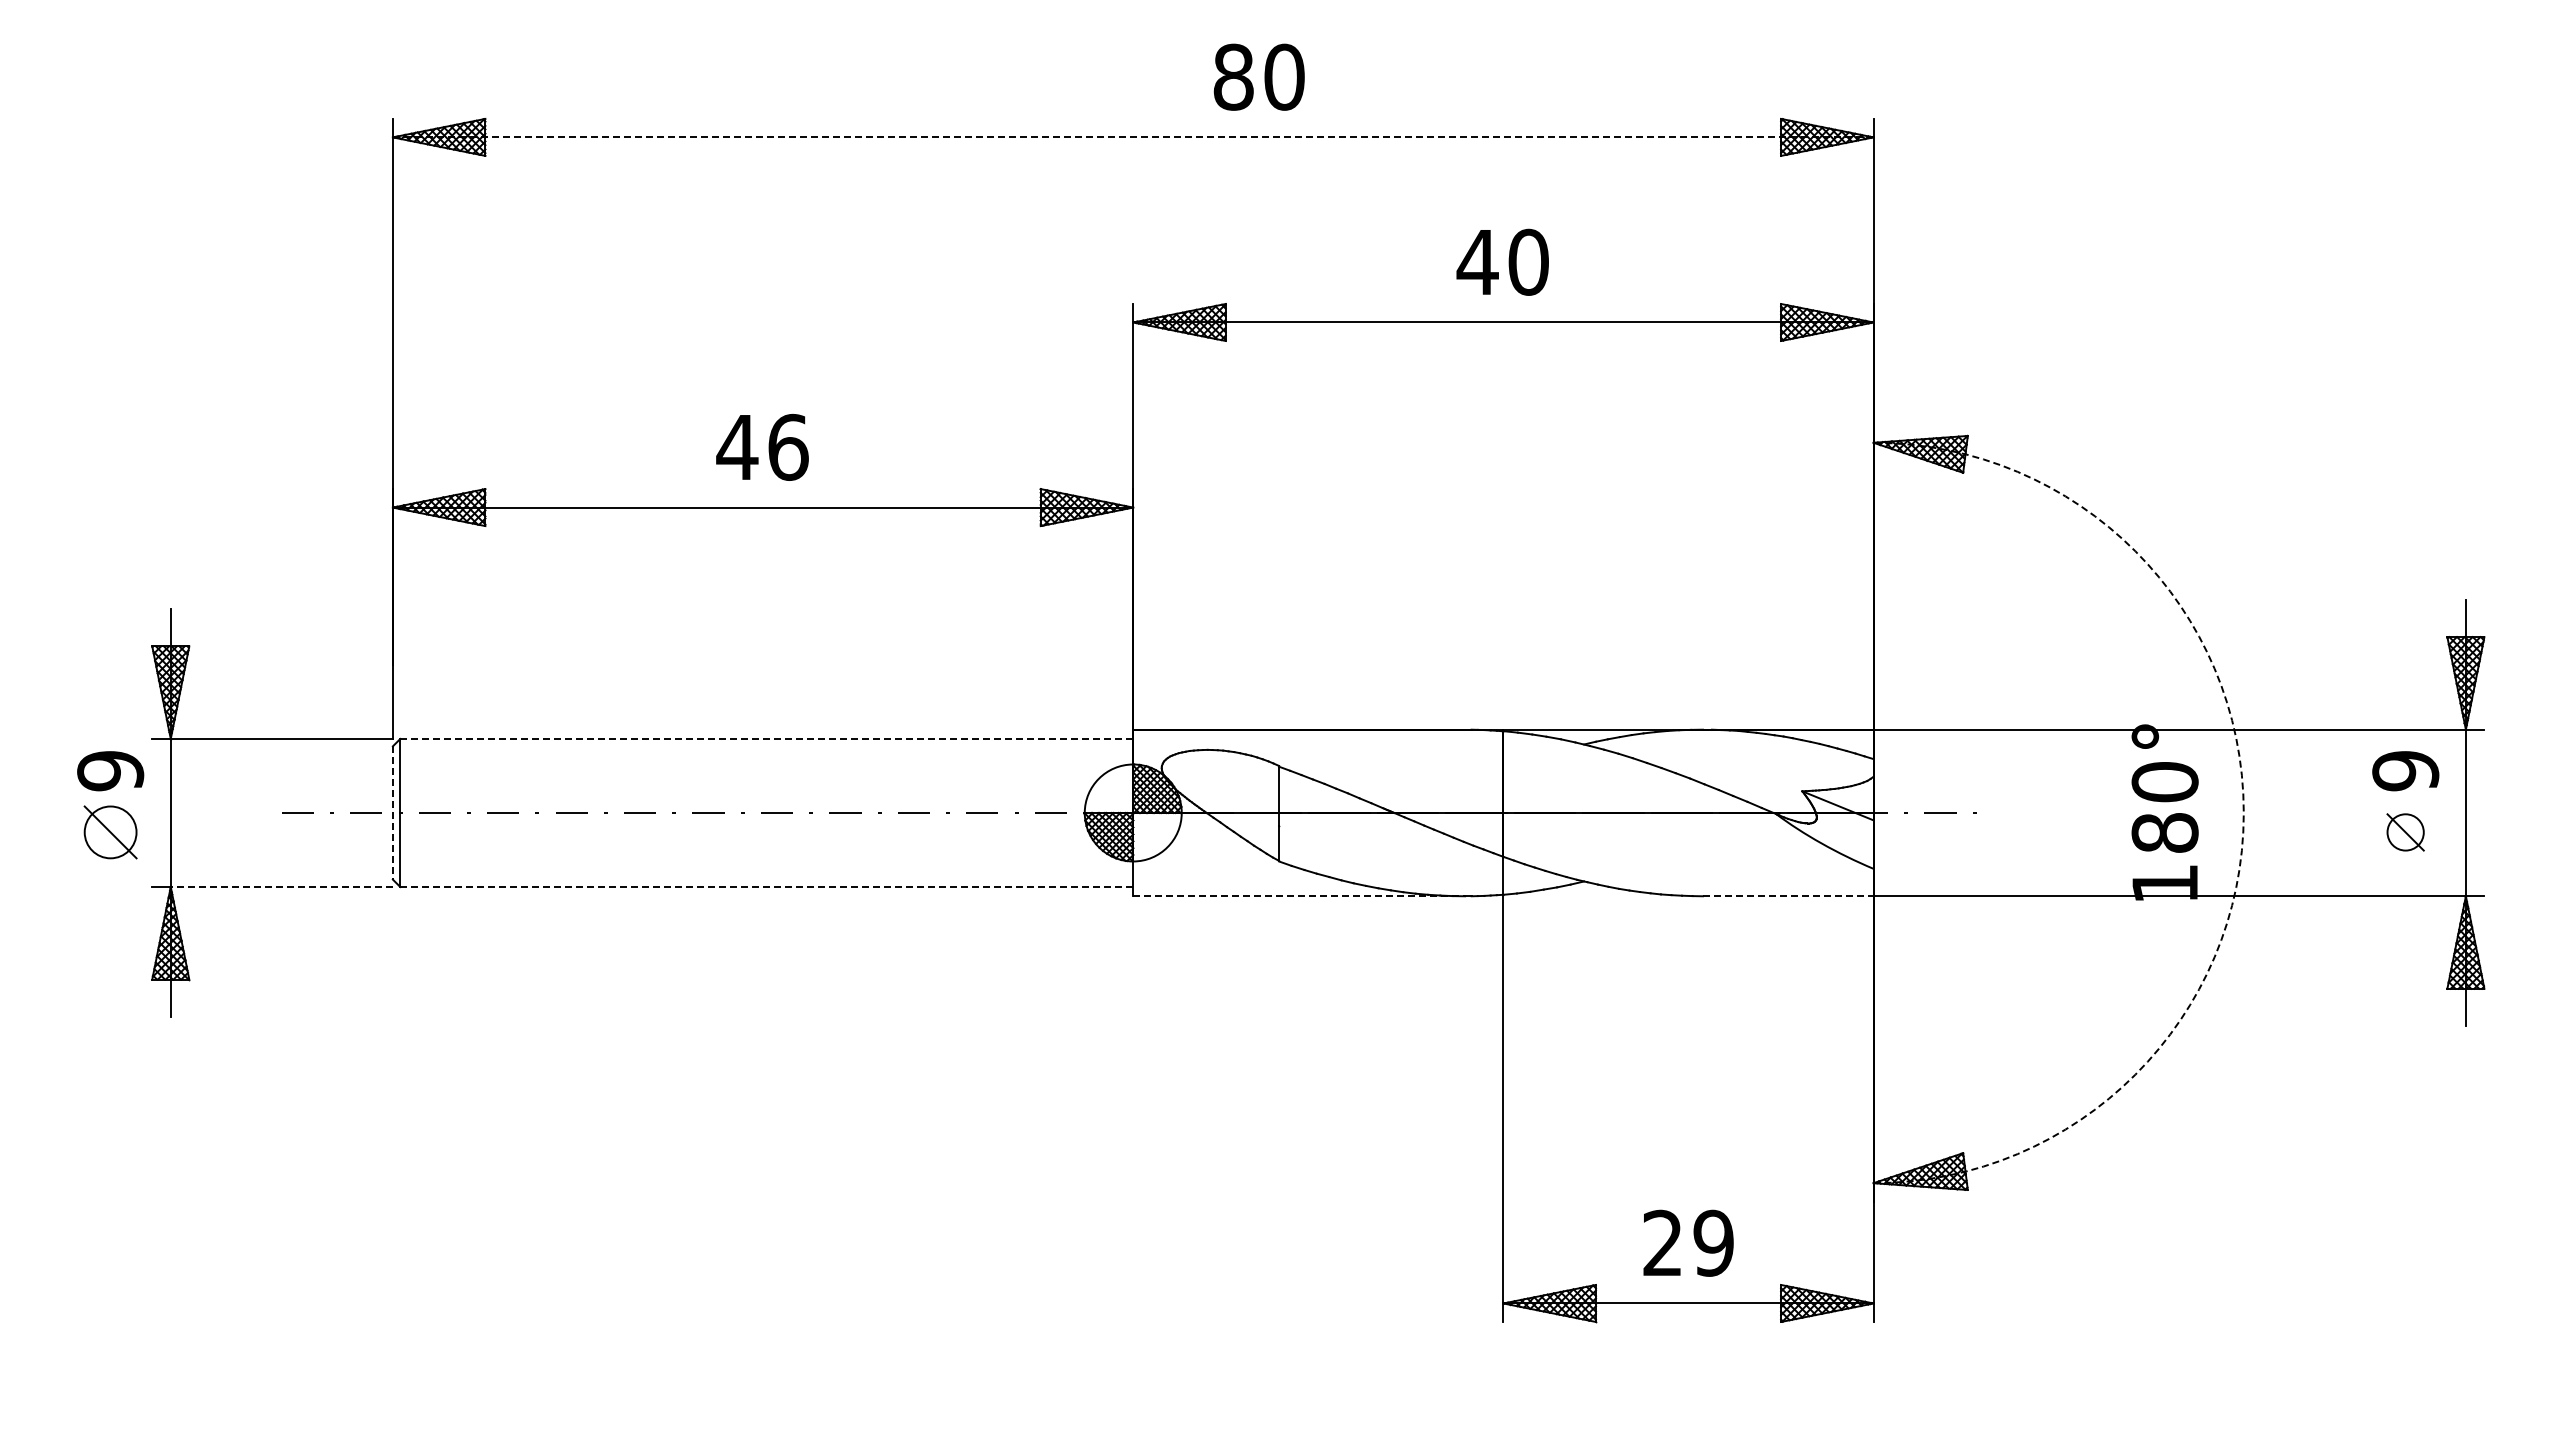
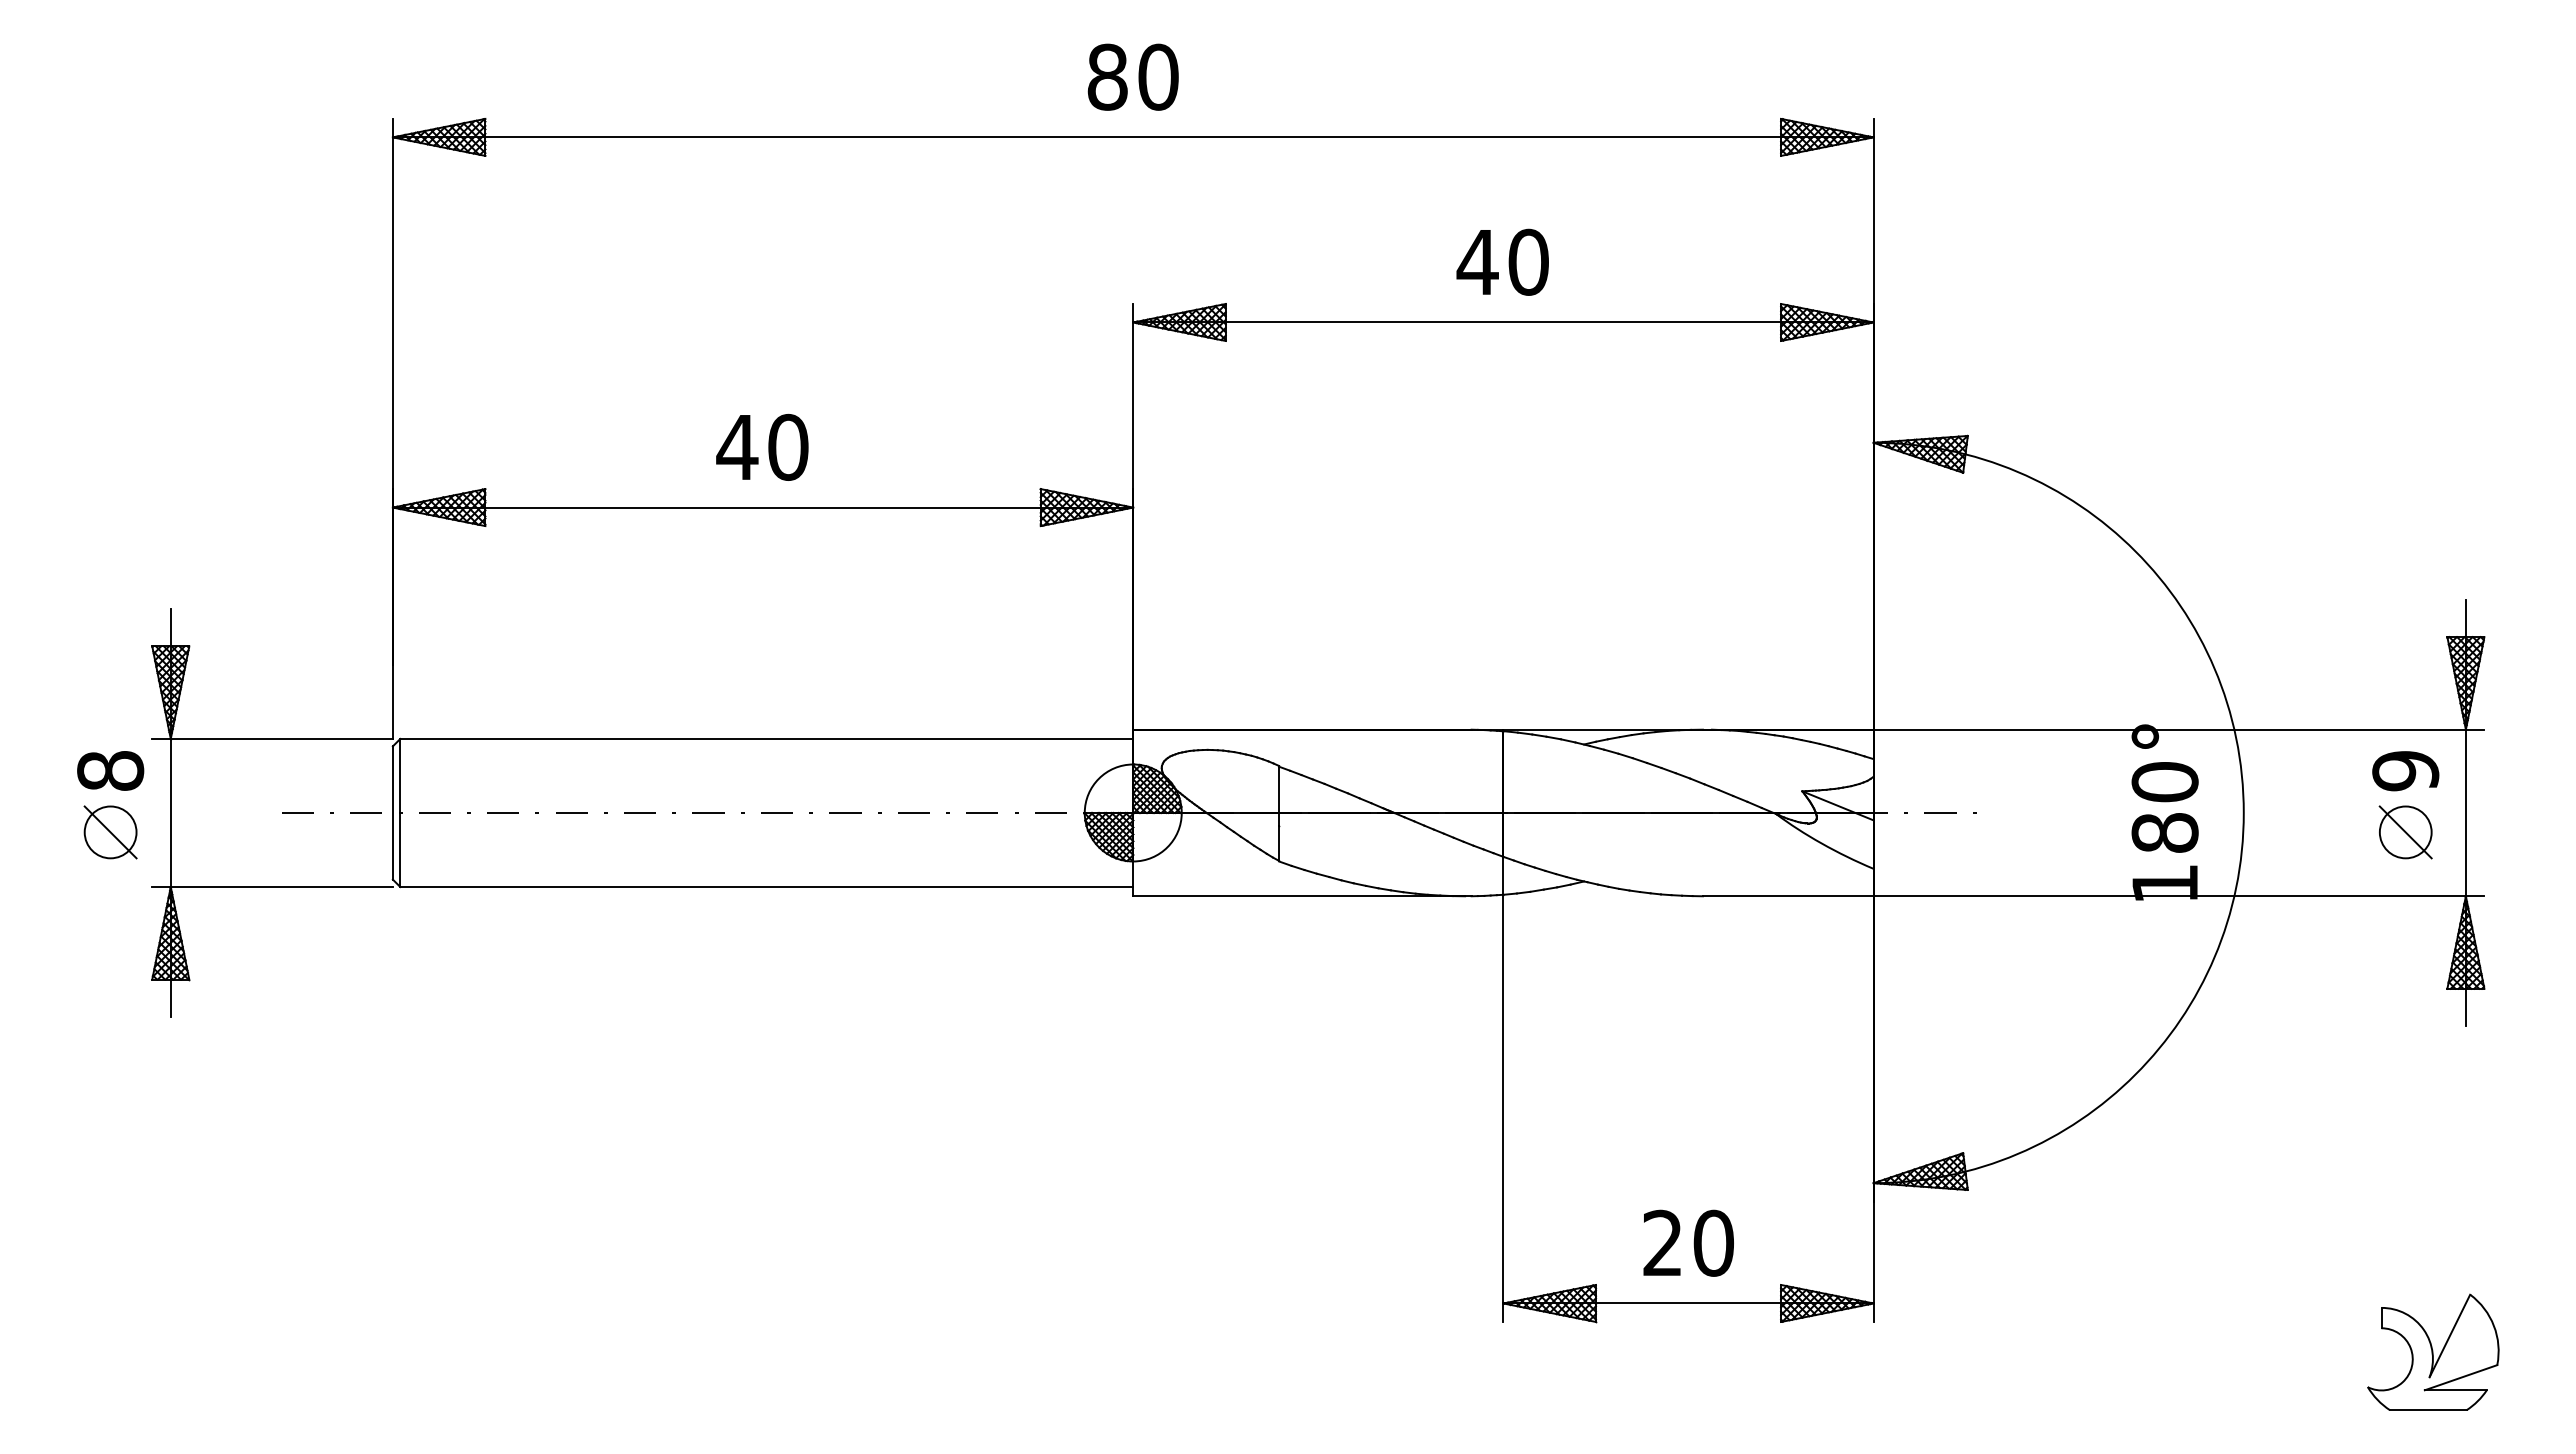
text at (1258, 76) position: (1258, 76) -> (1132, 76)
line at (1133, 137): dashed -> solid
text at (788, 446): 46 -> 40
line at (766, 738): dashed -> solid
text at (110, 771): 9 -> 8
line at (392, 812): dashed -> solid
arc at (2243, 812): dashed -> solid
part at (2405, 832) size: 39x39 px -> 55x55 px
line at (281, 887): dashed -> solid
line at (767, 887): dashed -> solid
line at (1299, 896): dashed -> solid
line at (1788, 896): dashed -> solid
text at (1713, 1242): 29 -> 20
part at (2433, 1351): none -> present
